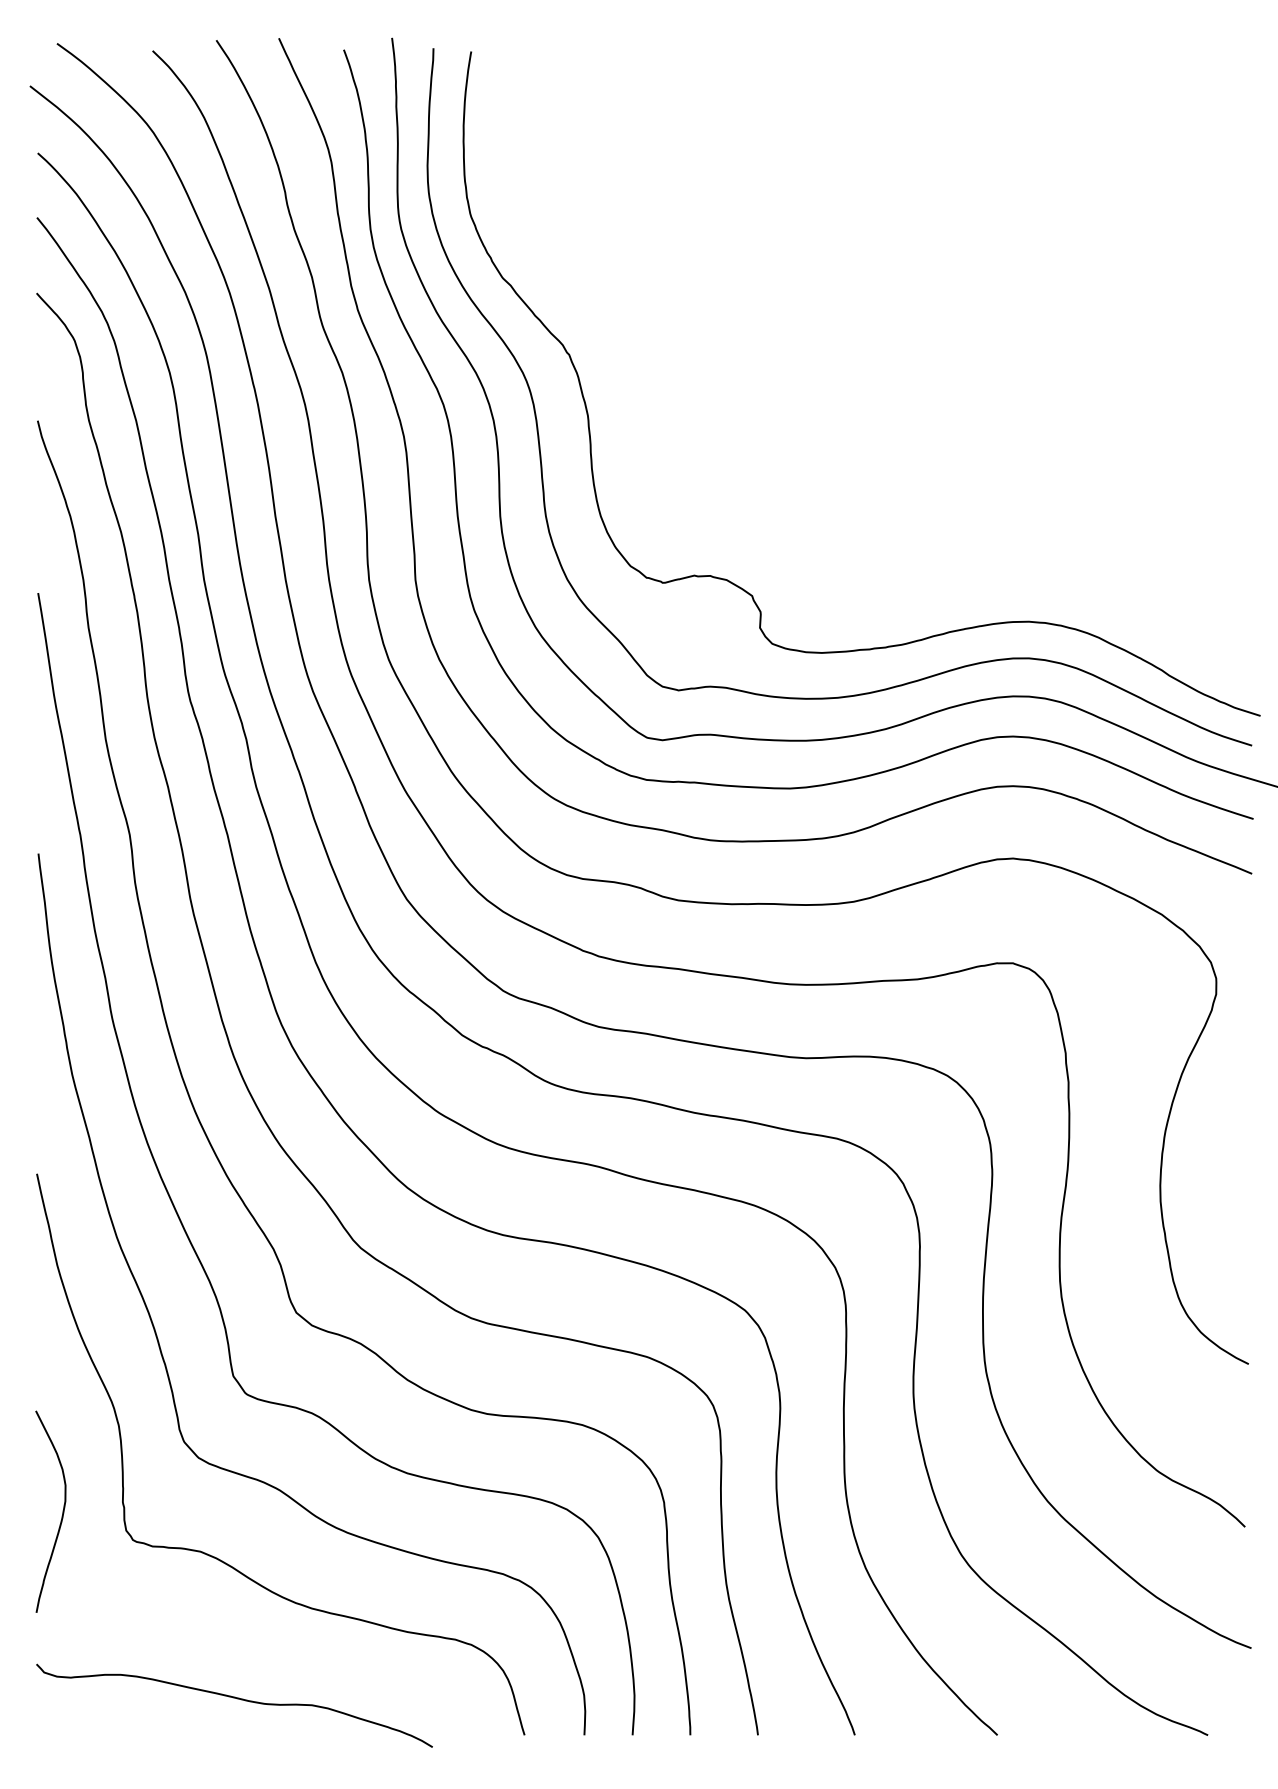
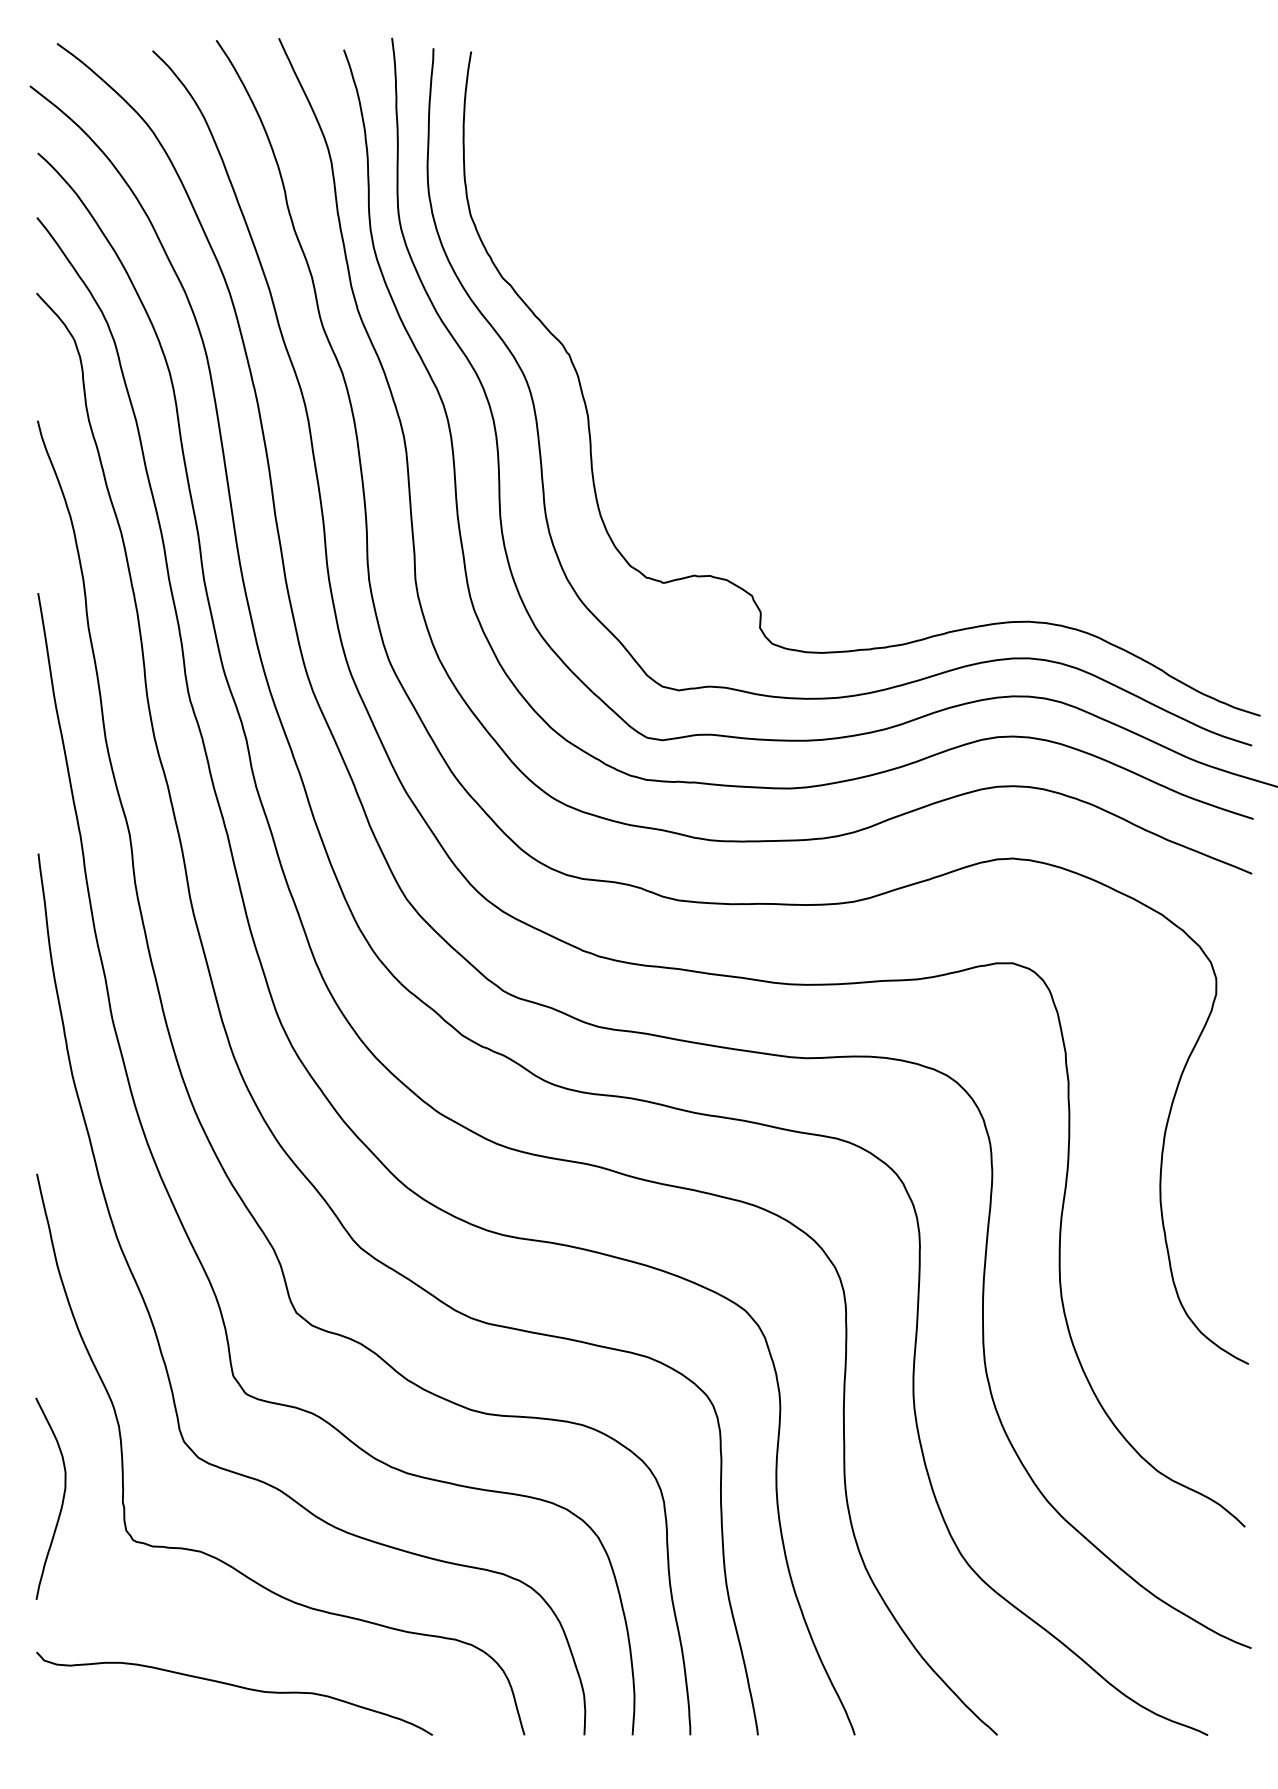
curve at (62, 1511) position: (62, 1511) -> (62, 1498)
curve at (237, 1699) position: (237, 1699) -> (237, 1687)
